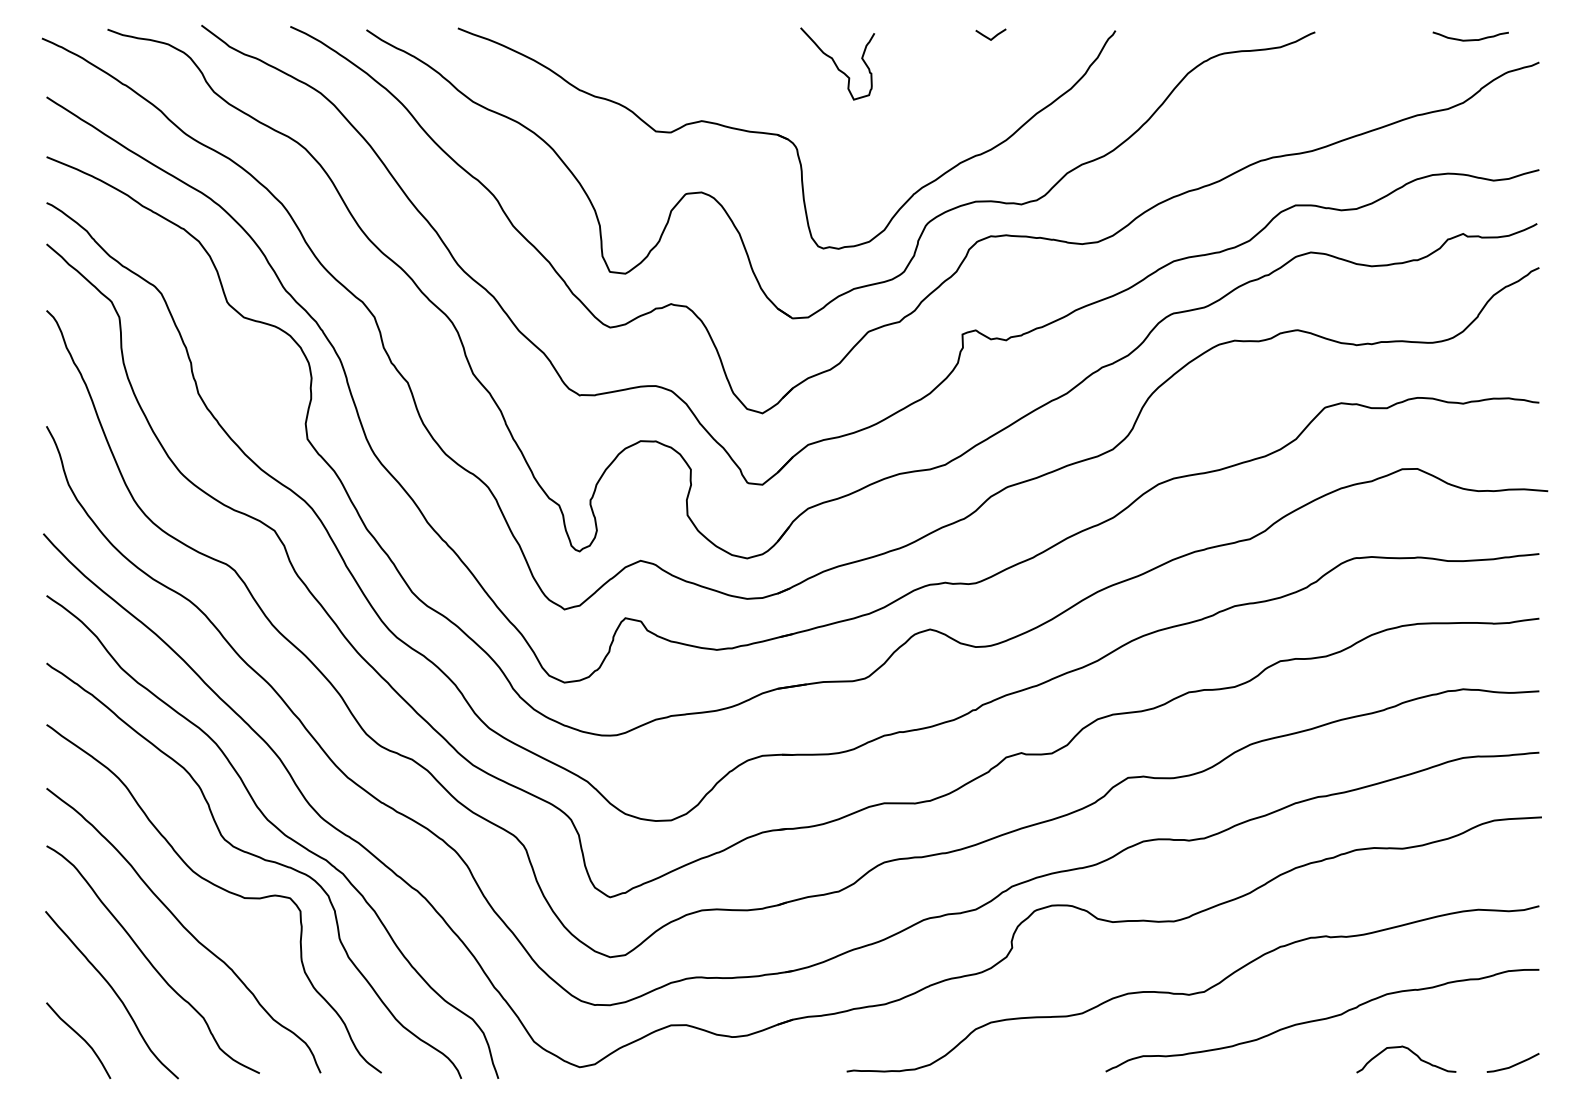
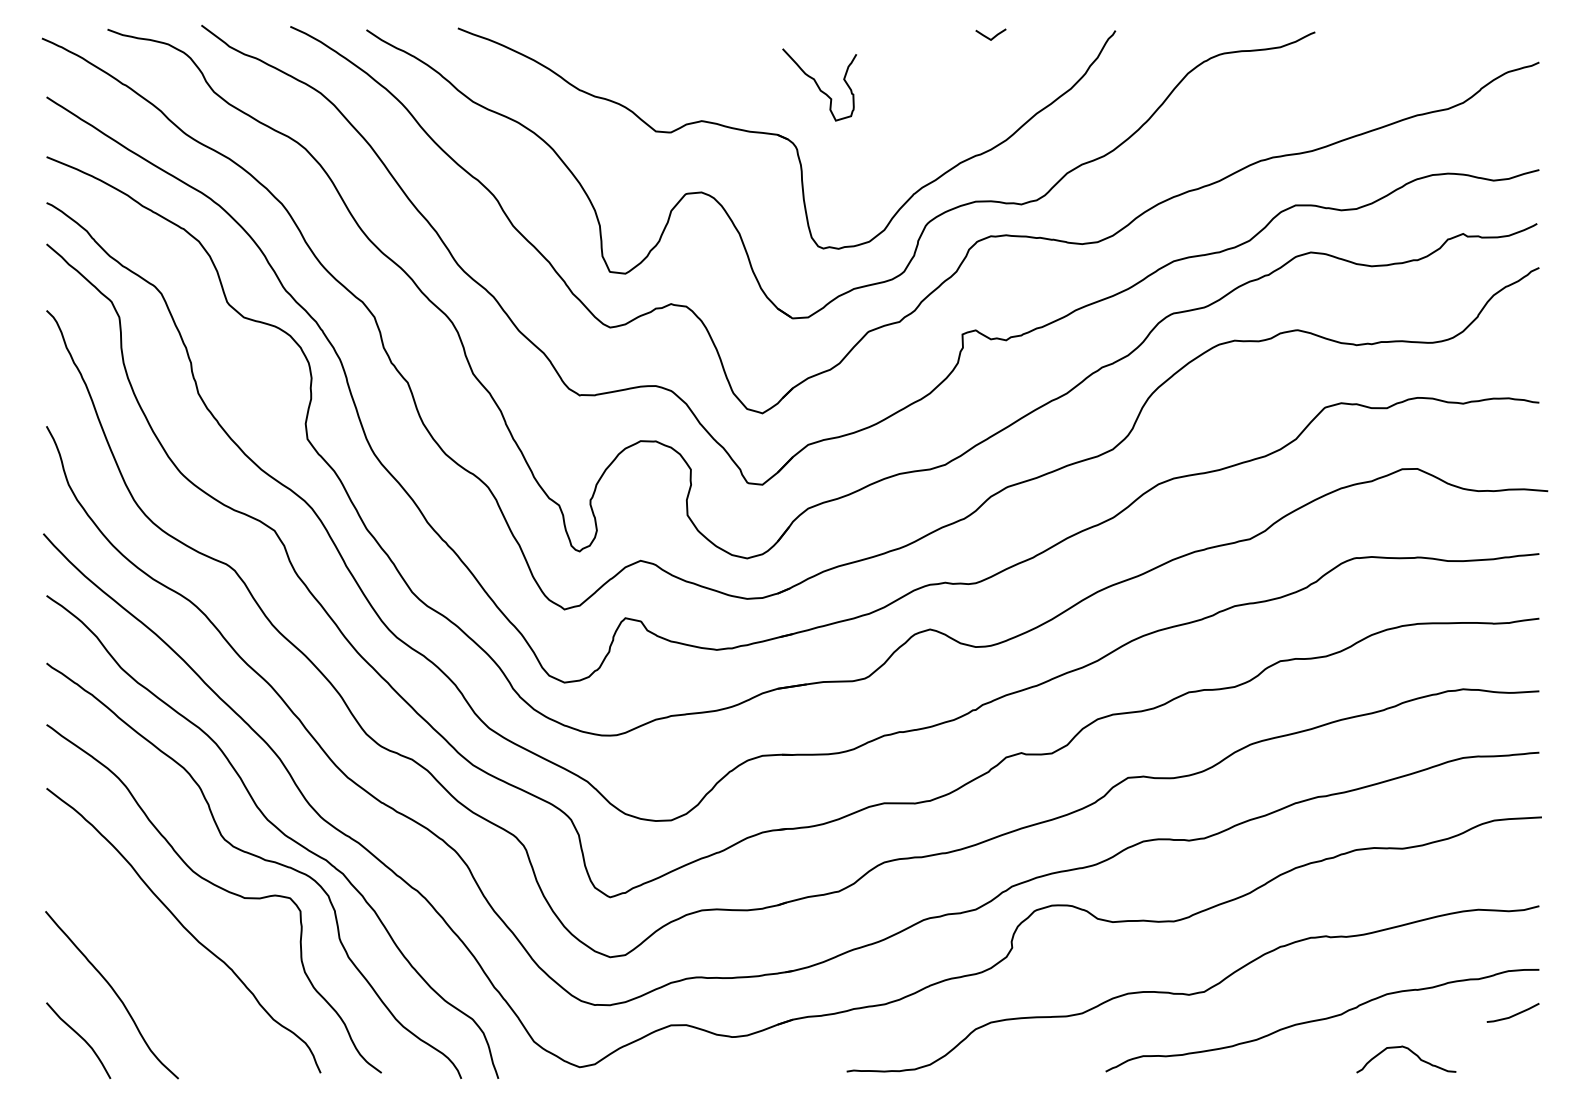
curve at (1470, 39): present -> none
curve at (836, 63) position: (836, 63) -> (818, 84)
curve at (150, 961): present -> none
line at (1513, 1064) position: (1513, 1064) -> (1513, 1014)
